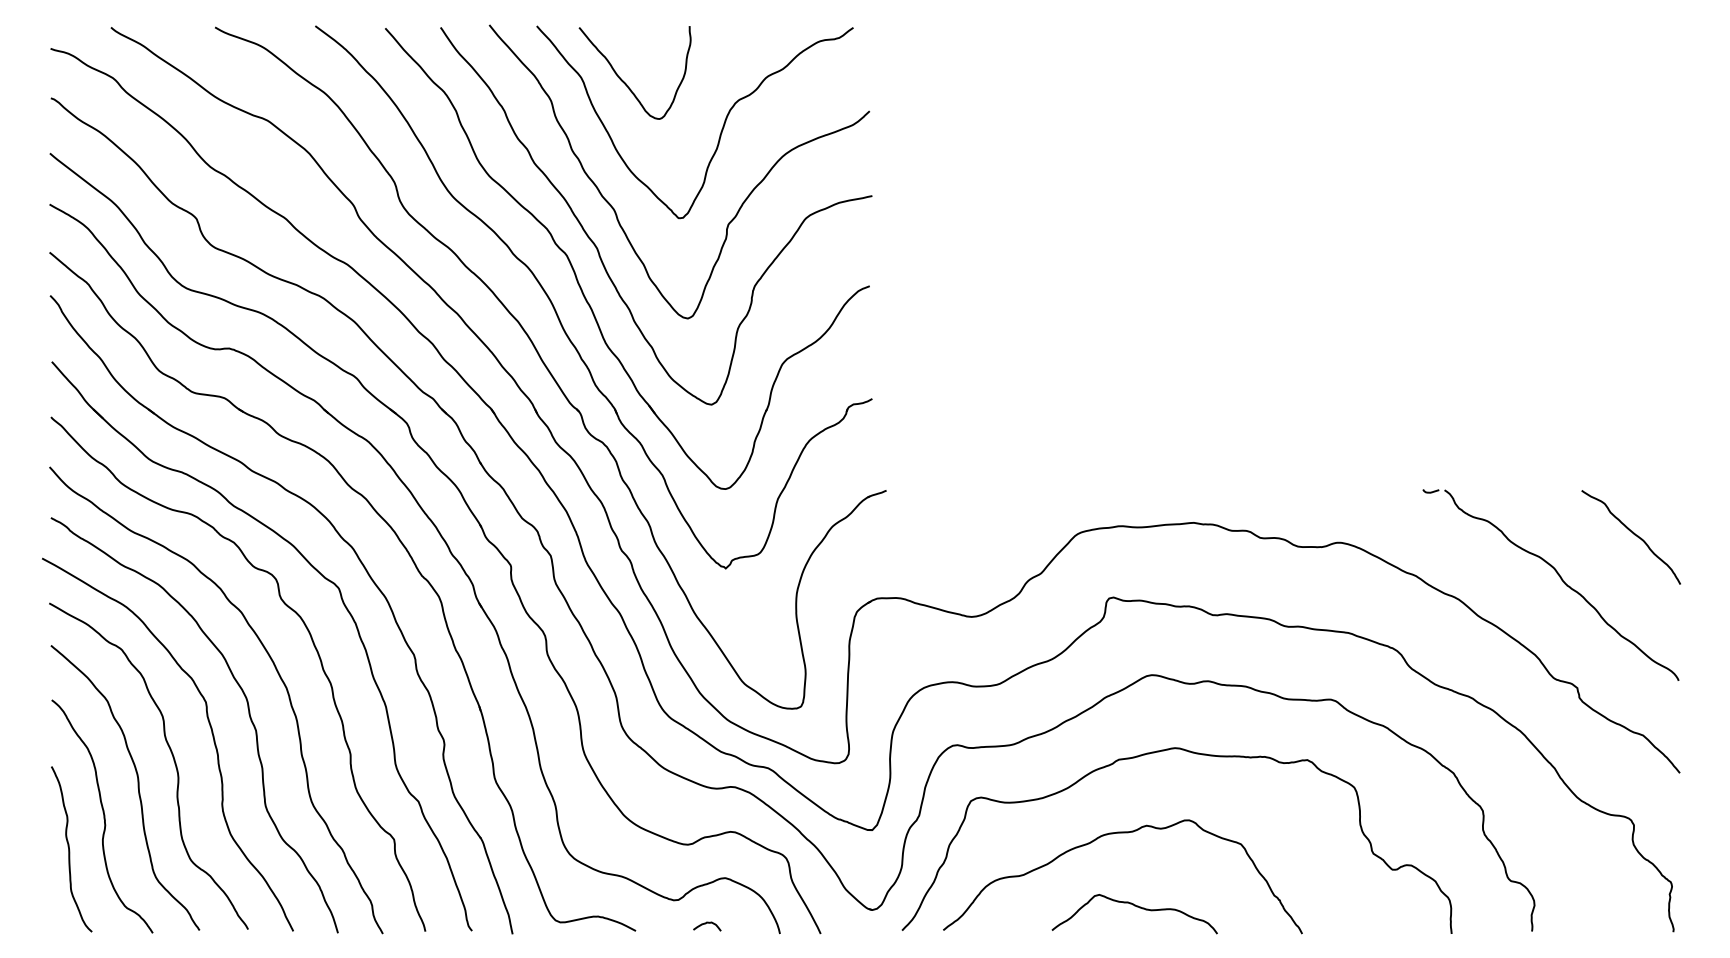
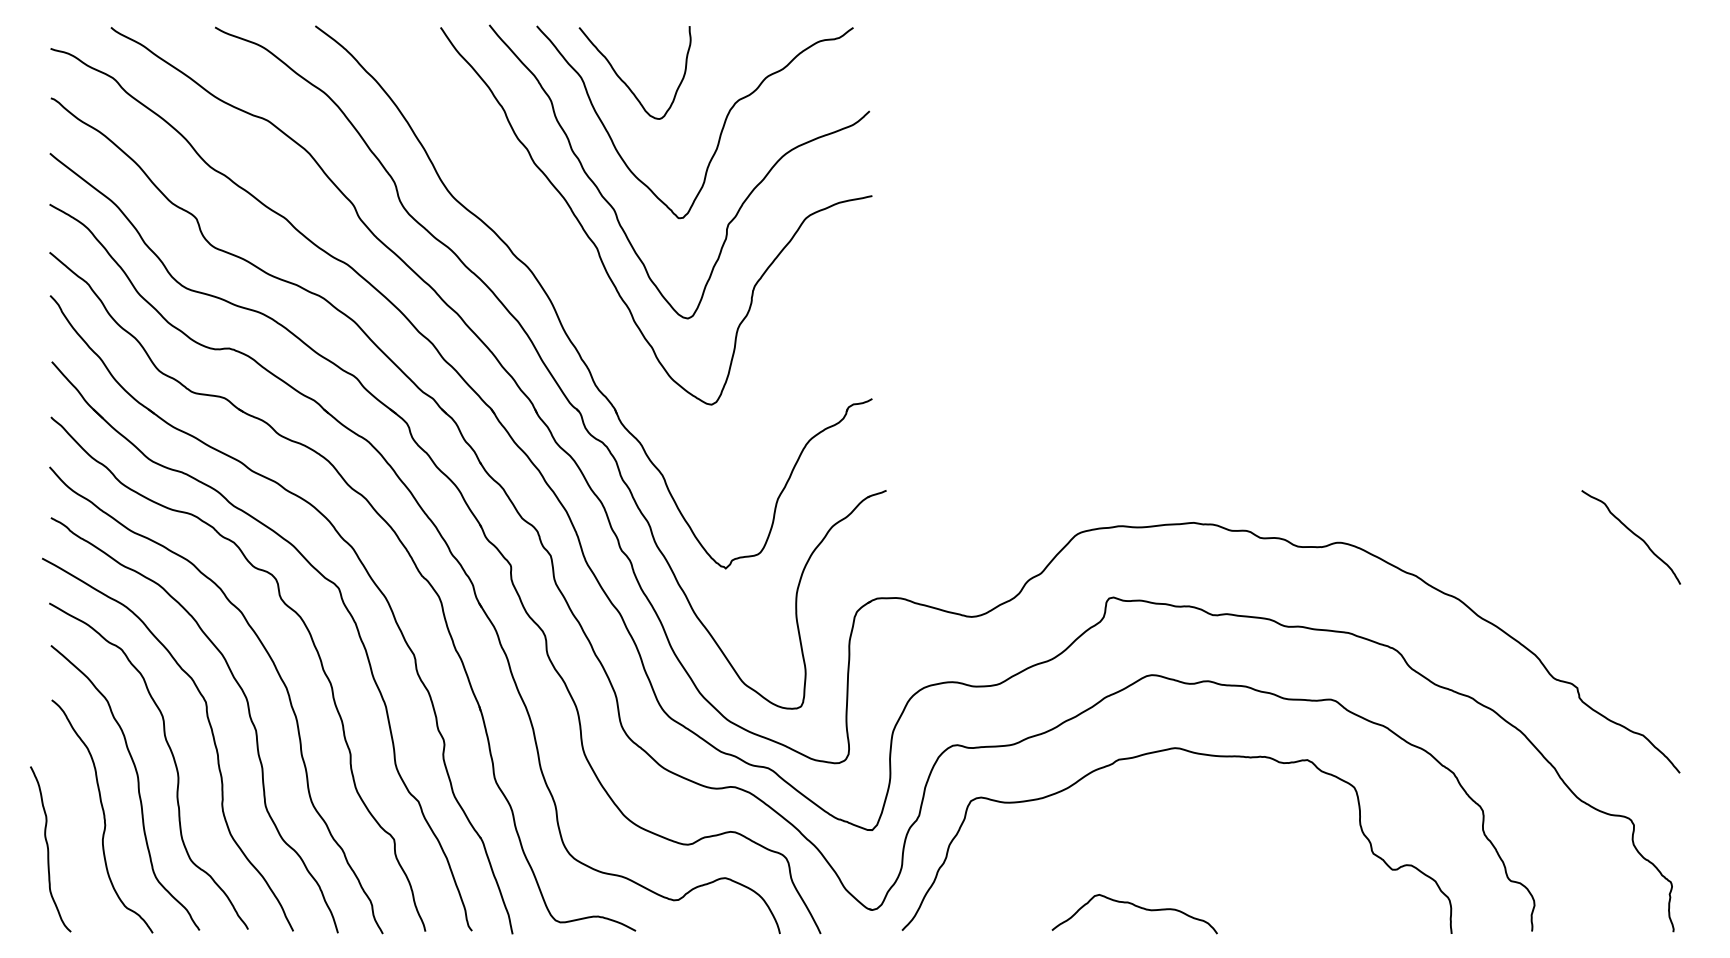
part at (576, 274): present -> none
part at (1560, 579): present -> none
curve at (1113, 834): present -> none
curve at (70, 850) position: (70, 850) -> (49, 850)
curve at (705, 924): present -> none
